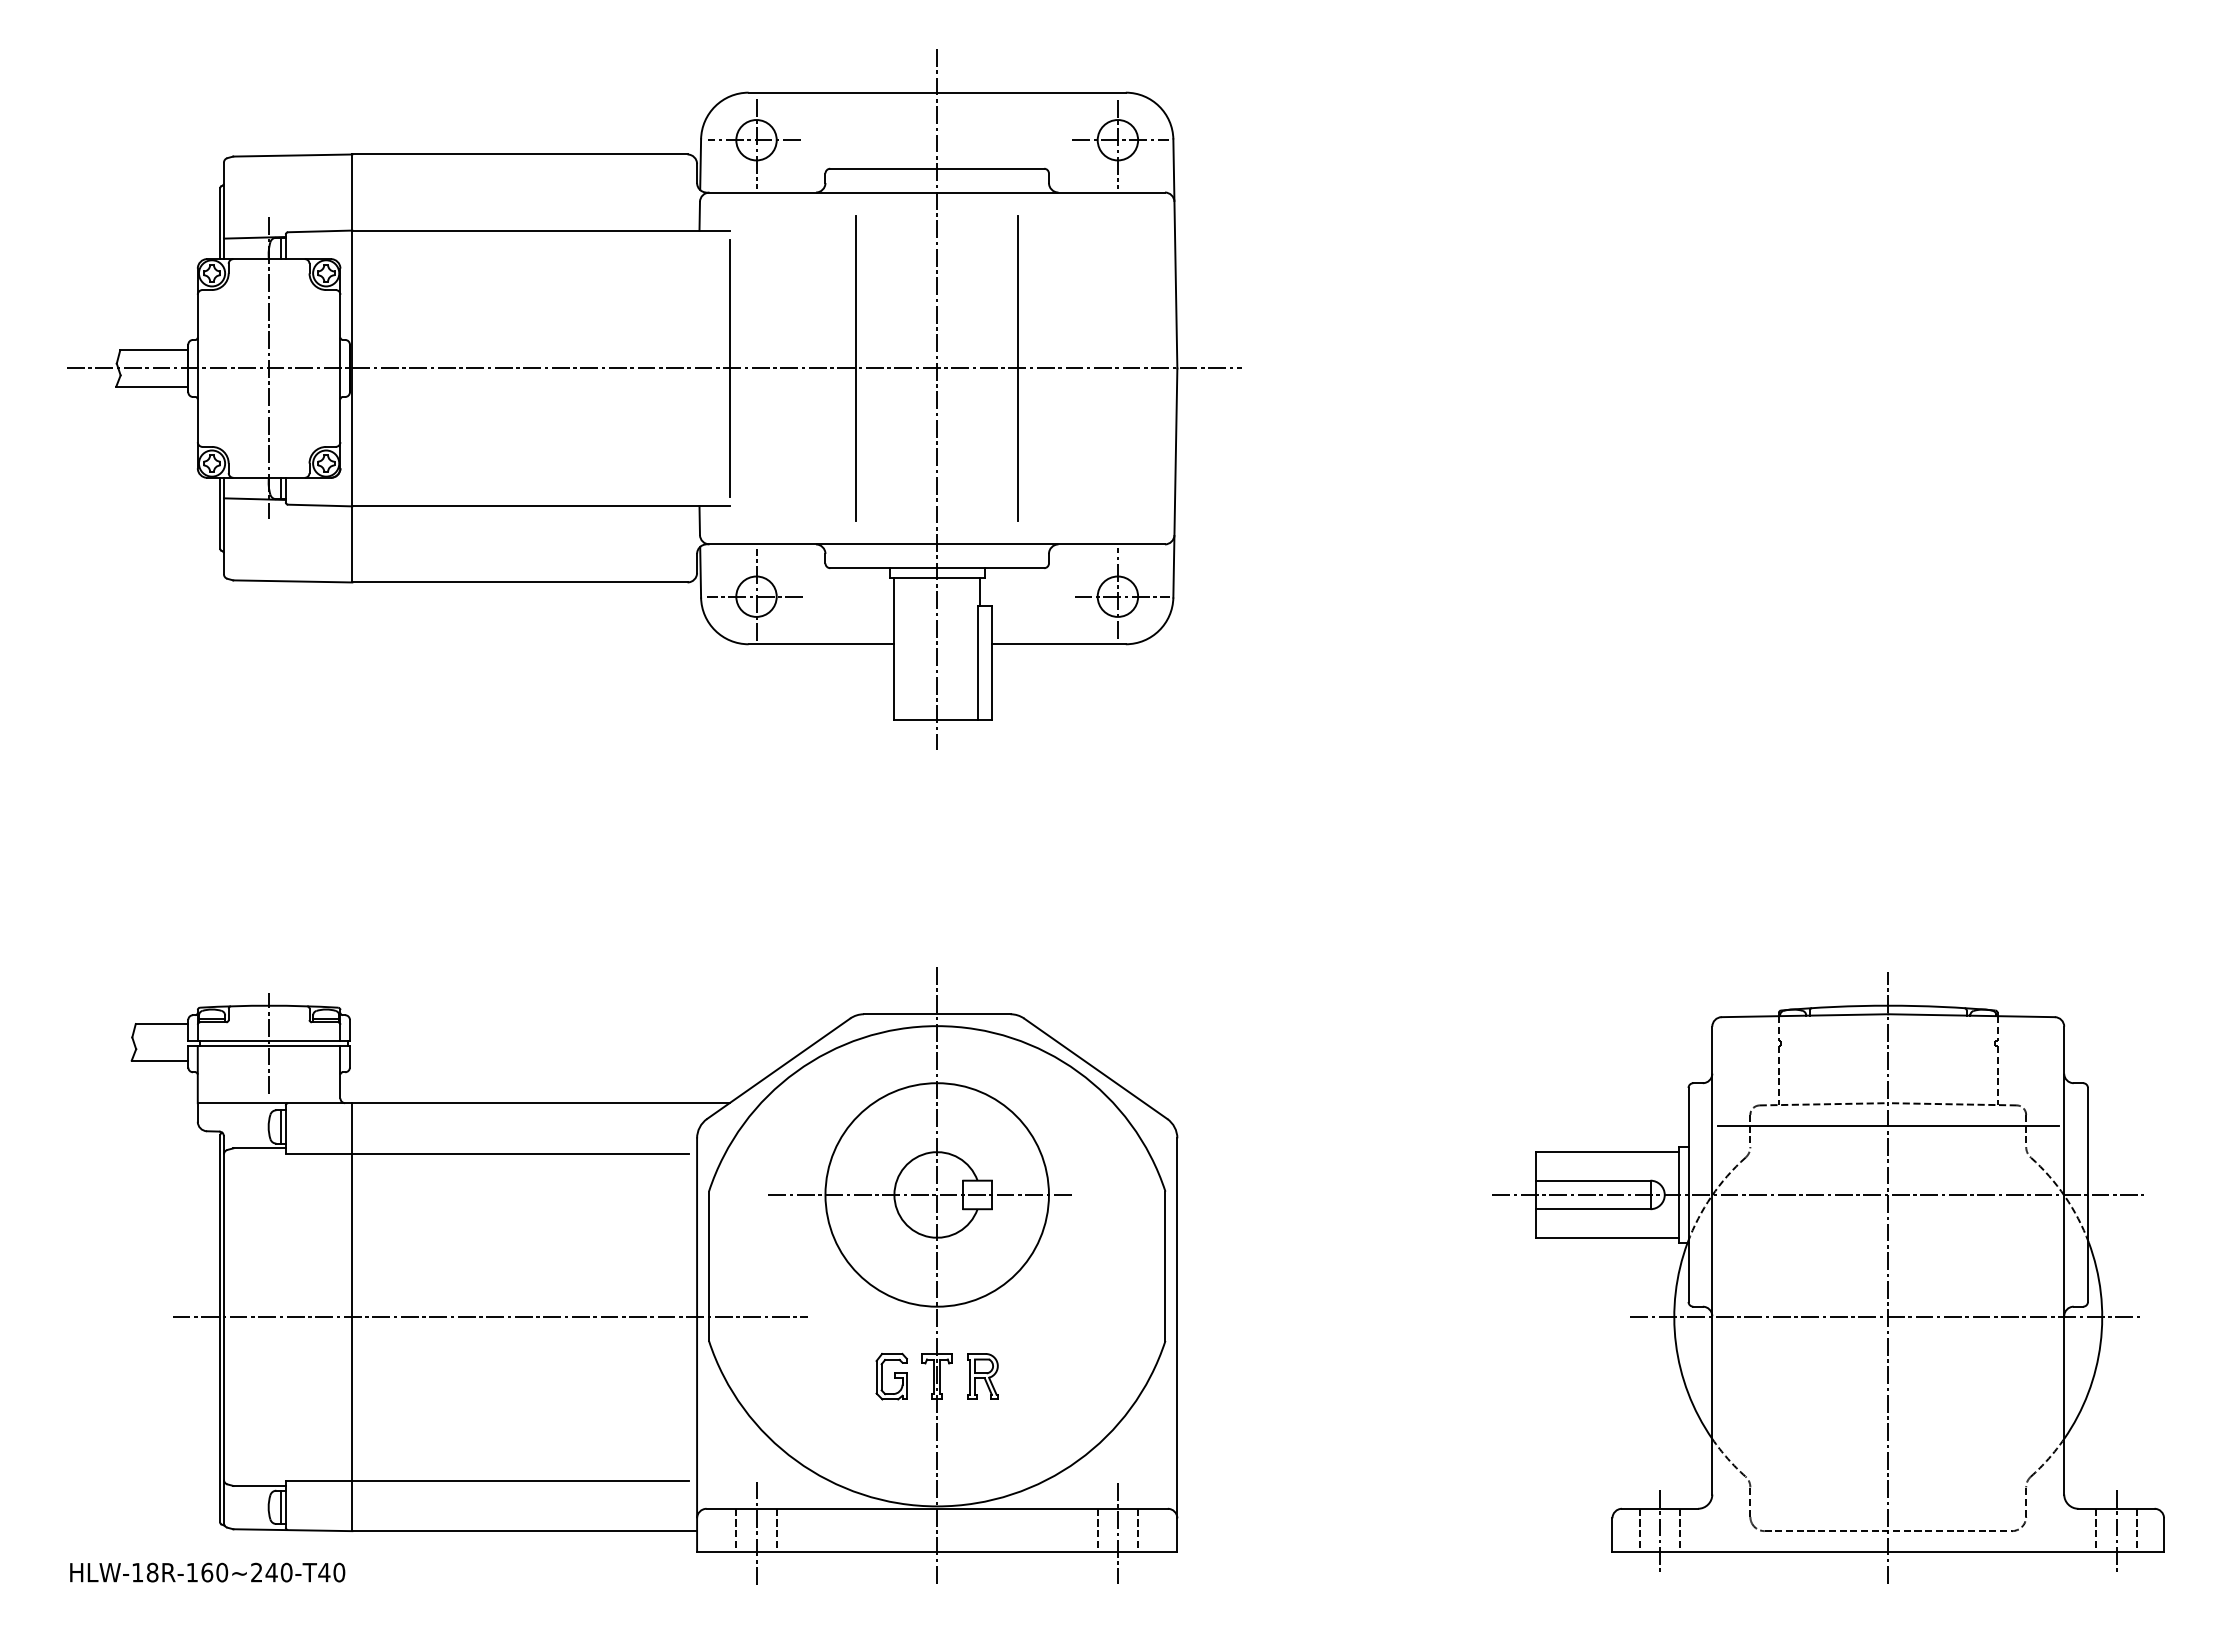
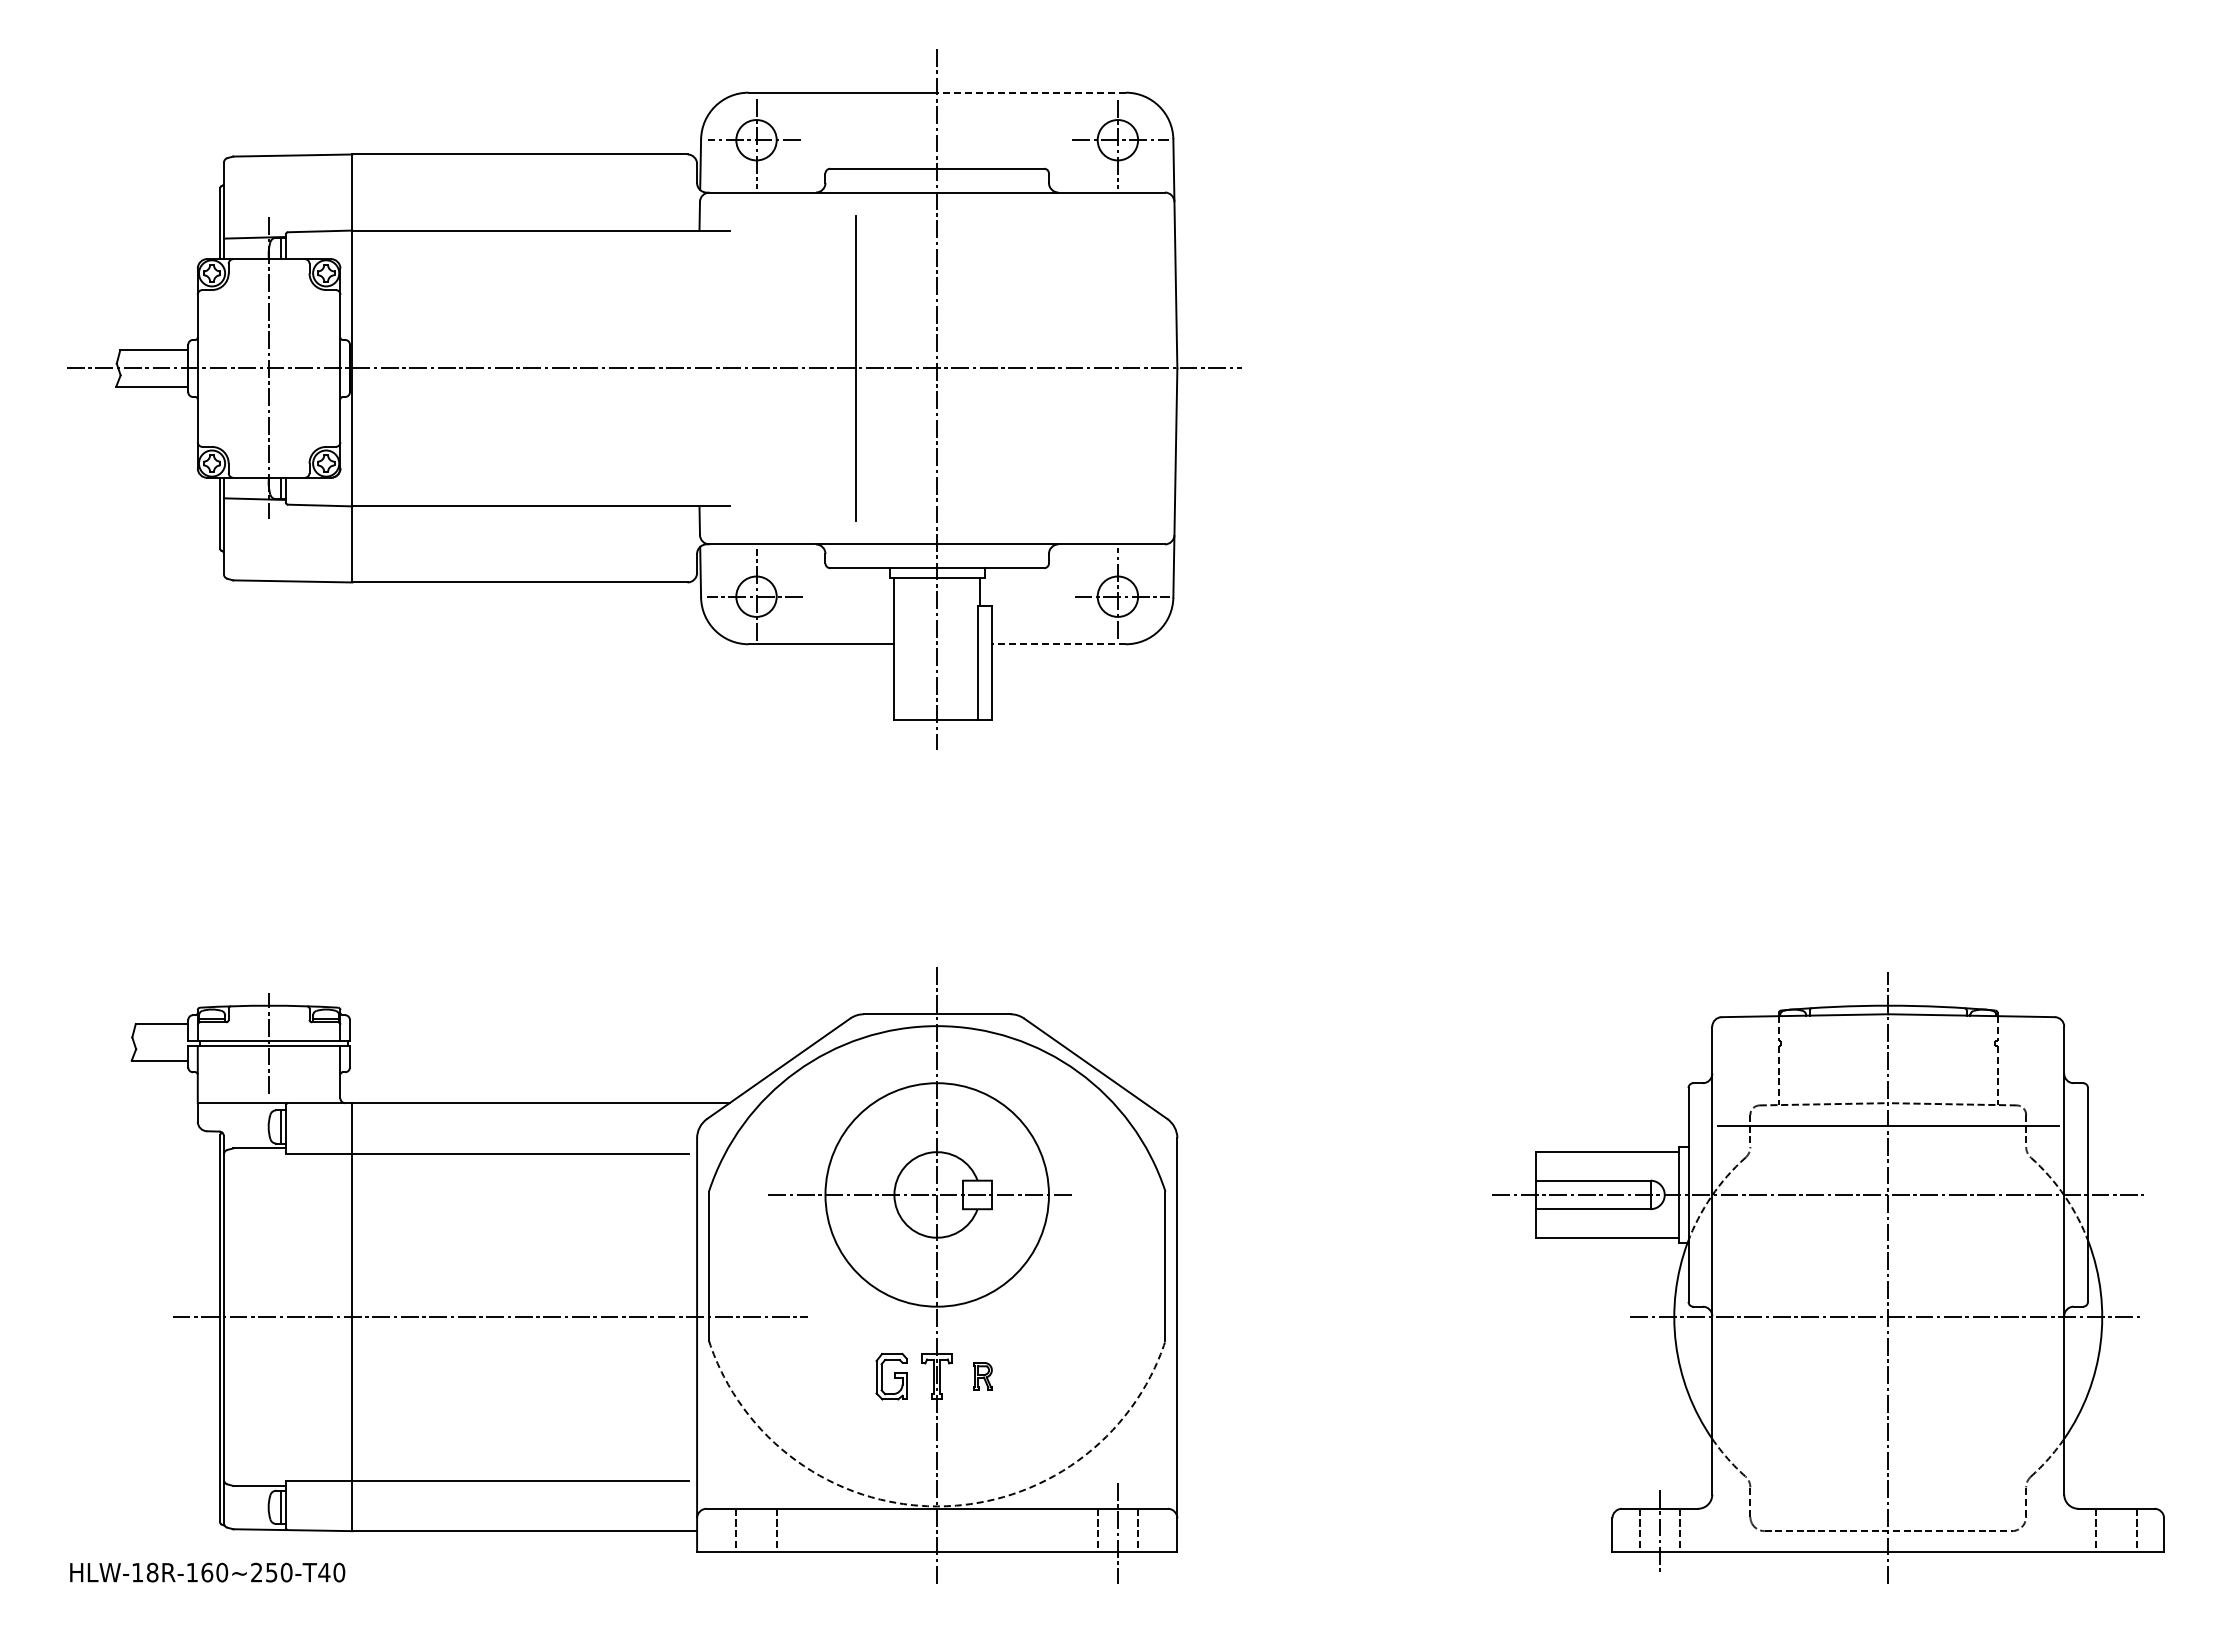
line at (1031, 92): solid -> dashed
line at (729, 368): present -> none
line at (1018, 368): present -> none
line at (1058, 644): solid -> dashed
part at (982, 1376) size: 32x47 px -> 20x29 px
arc at (937, 1506): solid -> dashed
line at (2116, 1530): present -> none
line at (756, 1533): present -> none
text at (271, 1572): HLW-18R-160~240-T40 -> HLW-18R-160~250-T40
